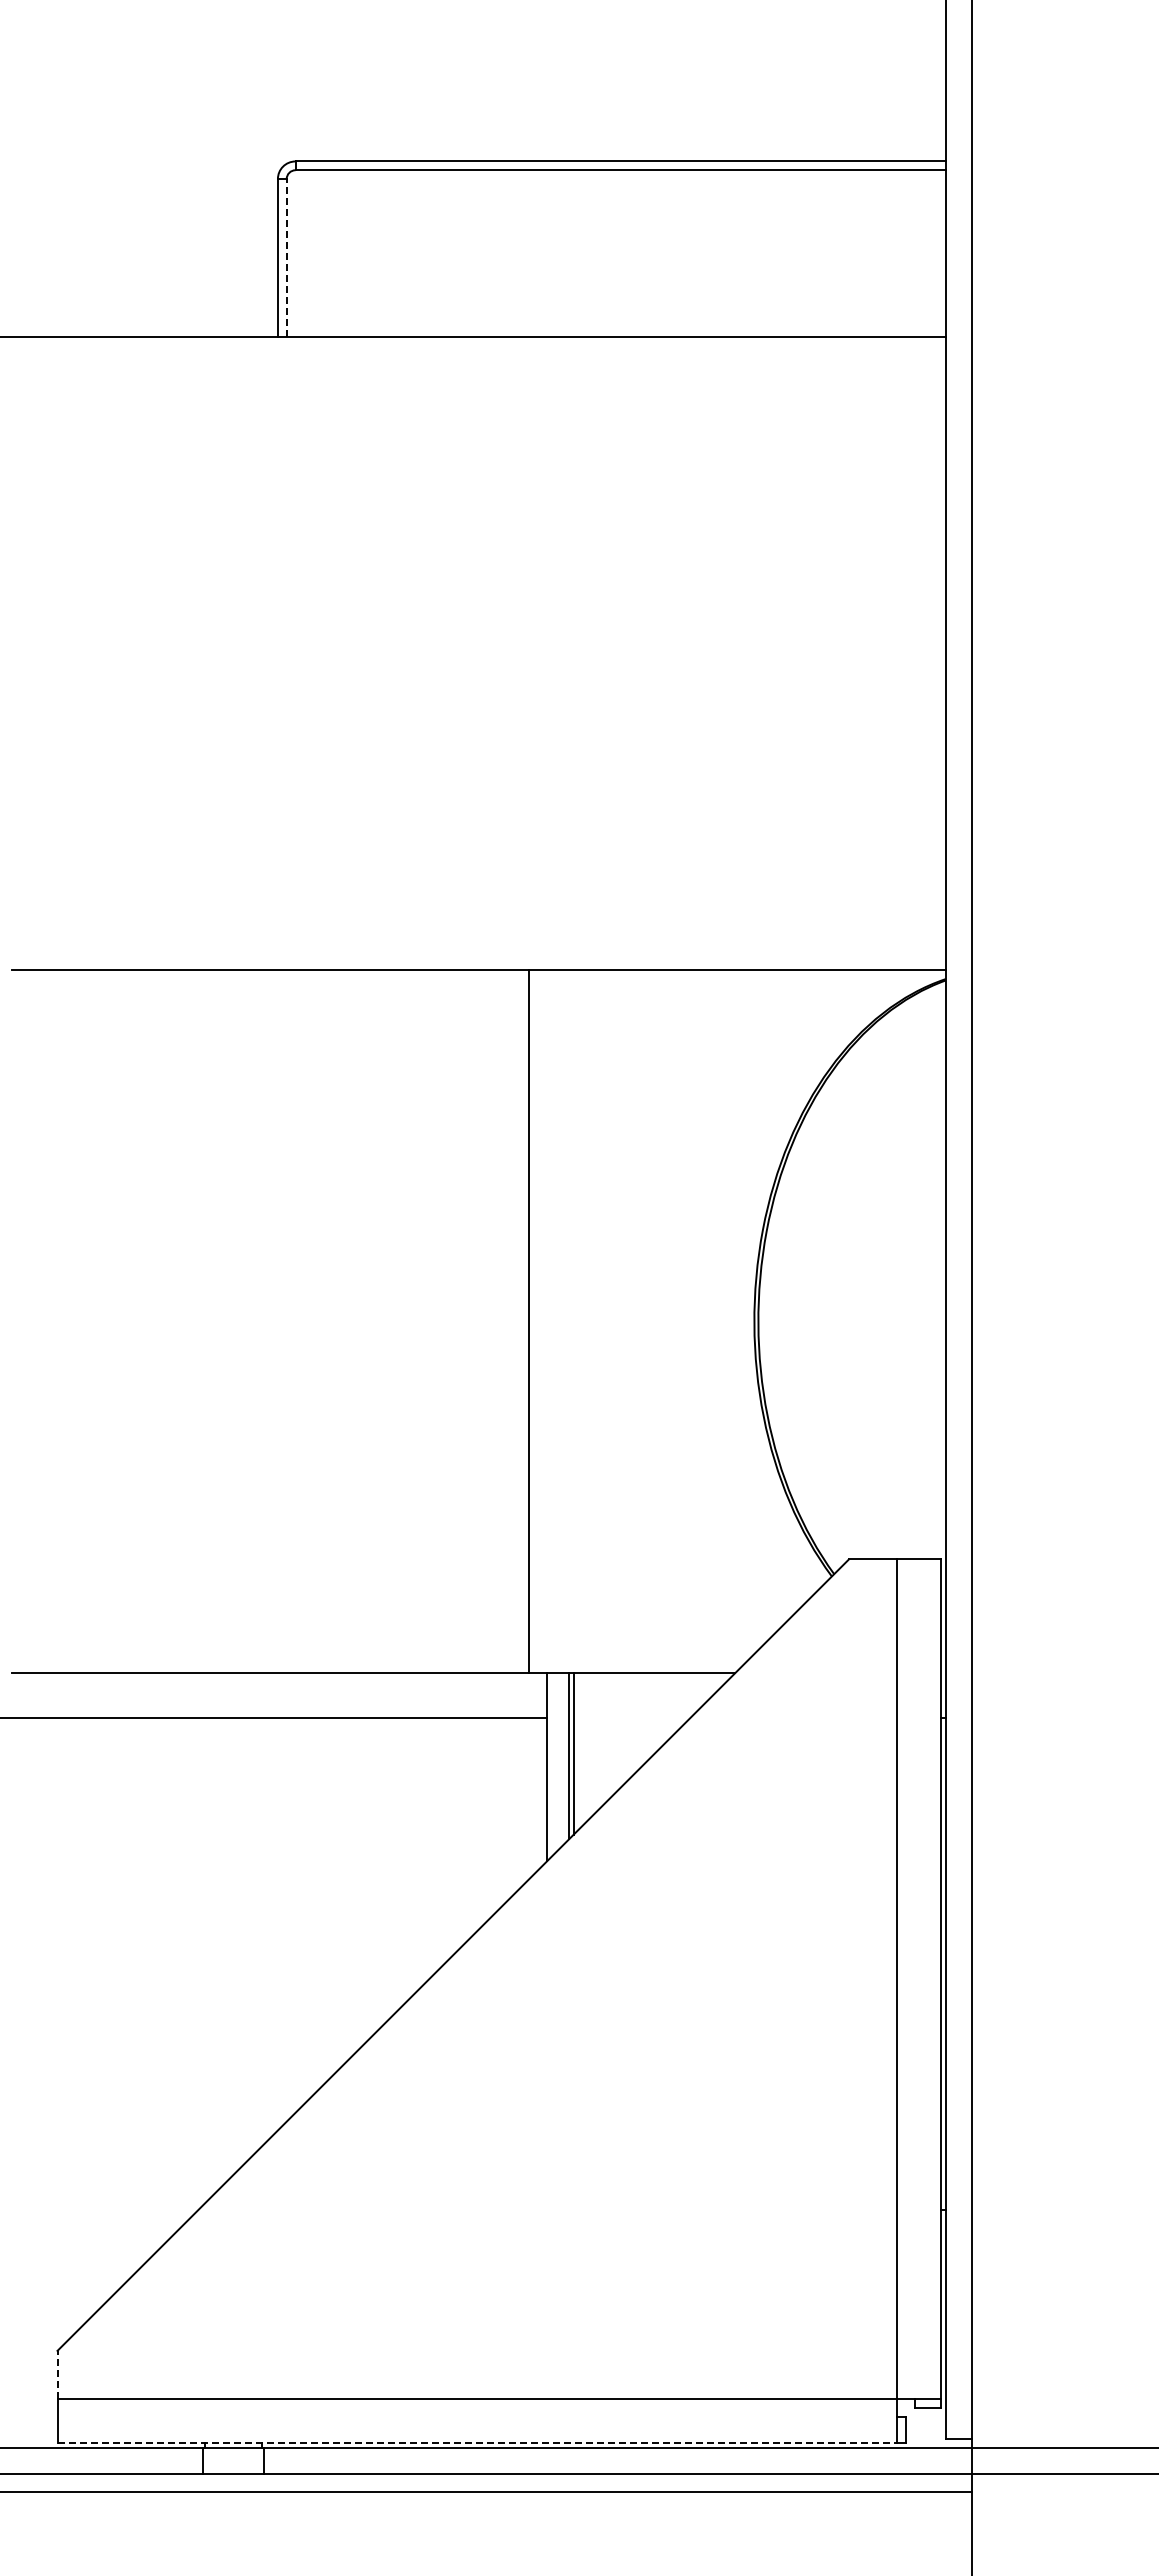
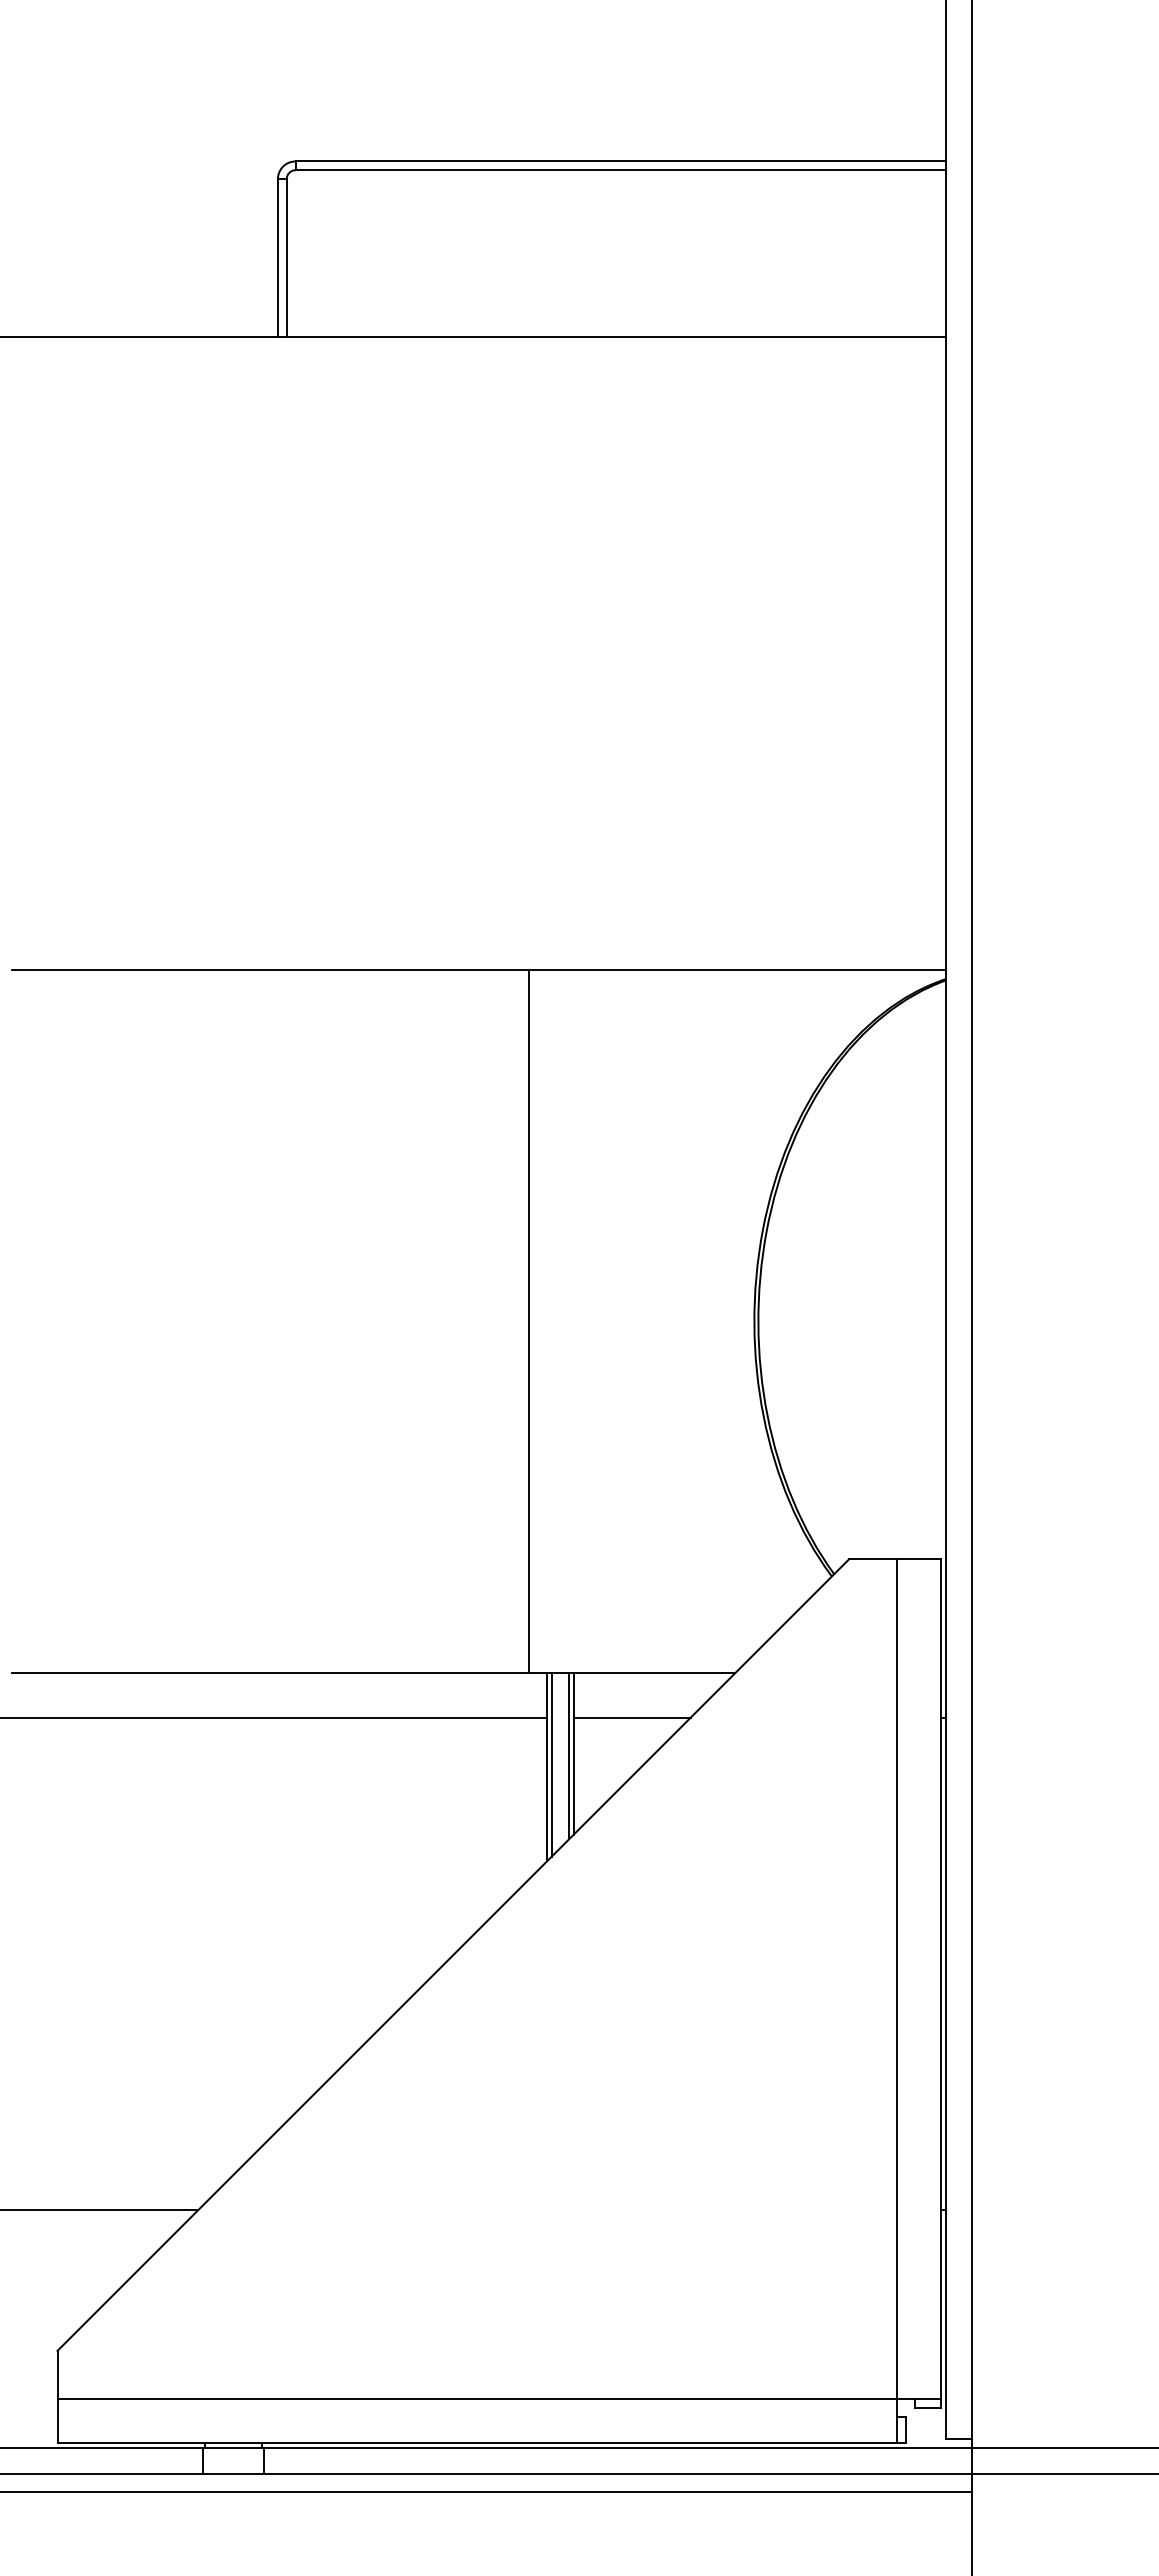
line at (286, 257): dashed -> solid
line at (631, 1717): none -> present
line at (551, 1764): none -> present
line at (100, 2210): none -> present
line at (57, 2374): dashed -> solid
line at (477, 2443): dashed -> solid
